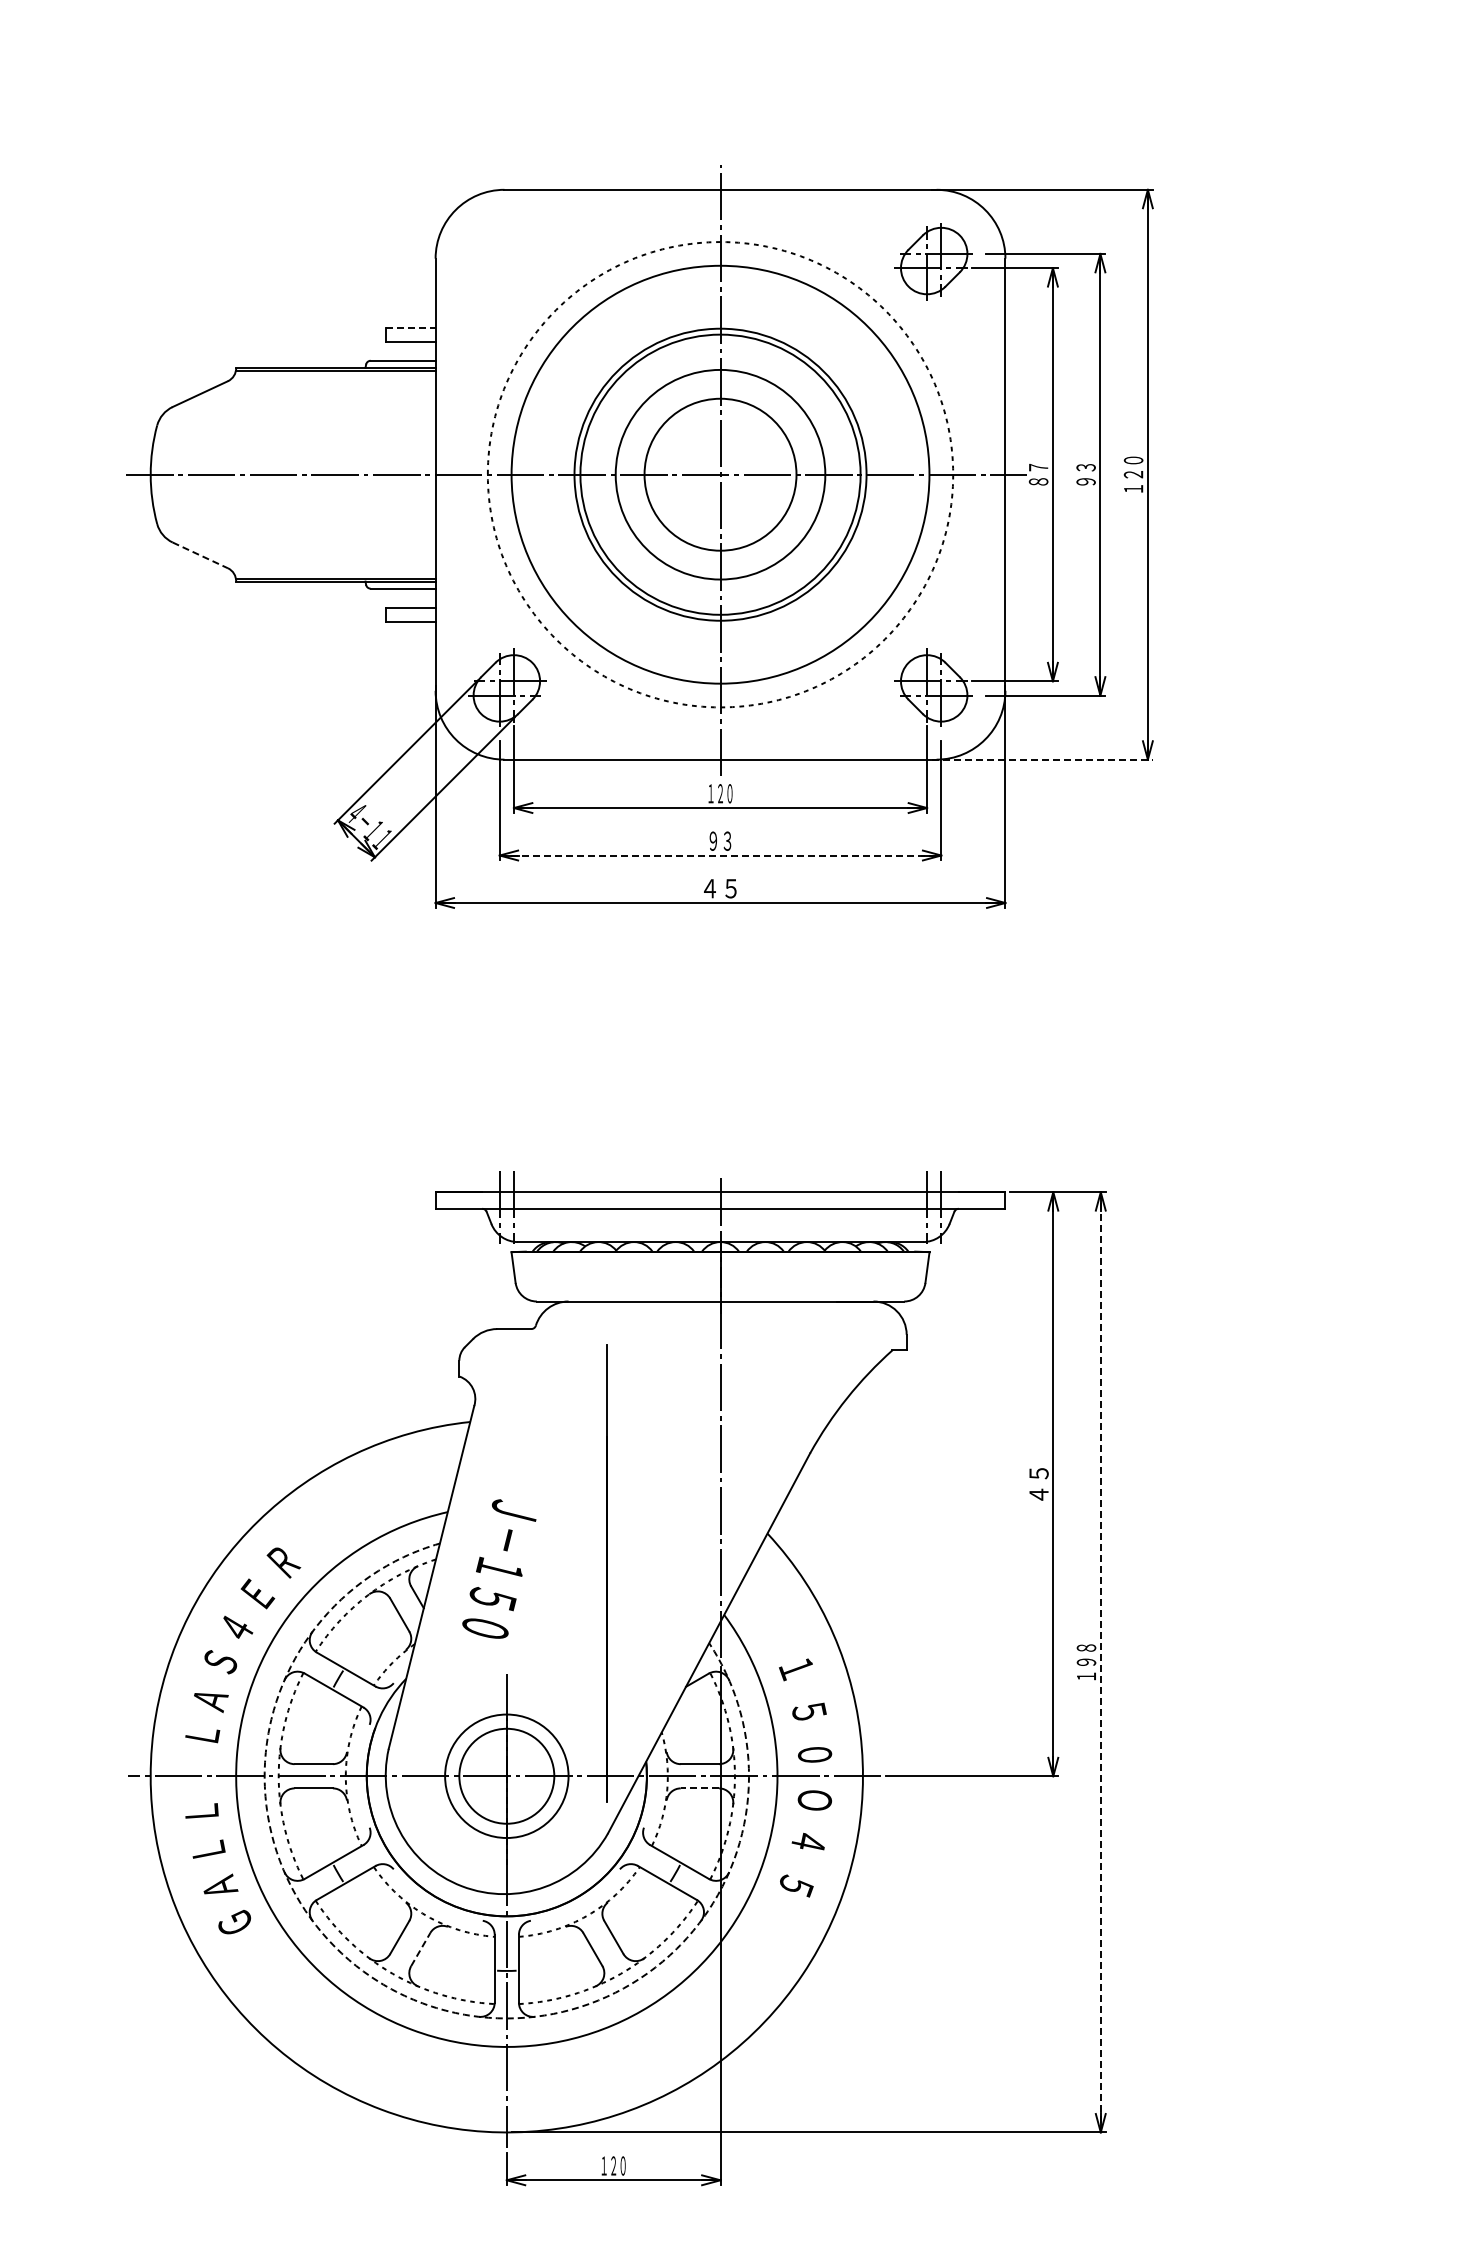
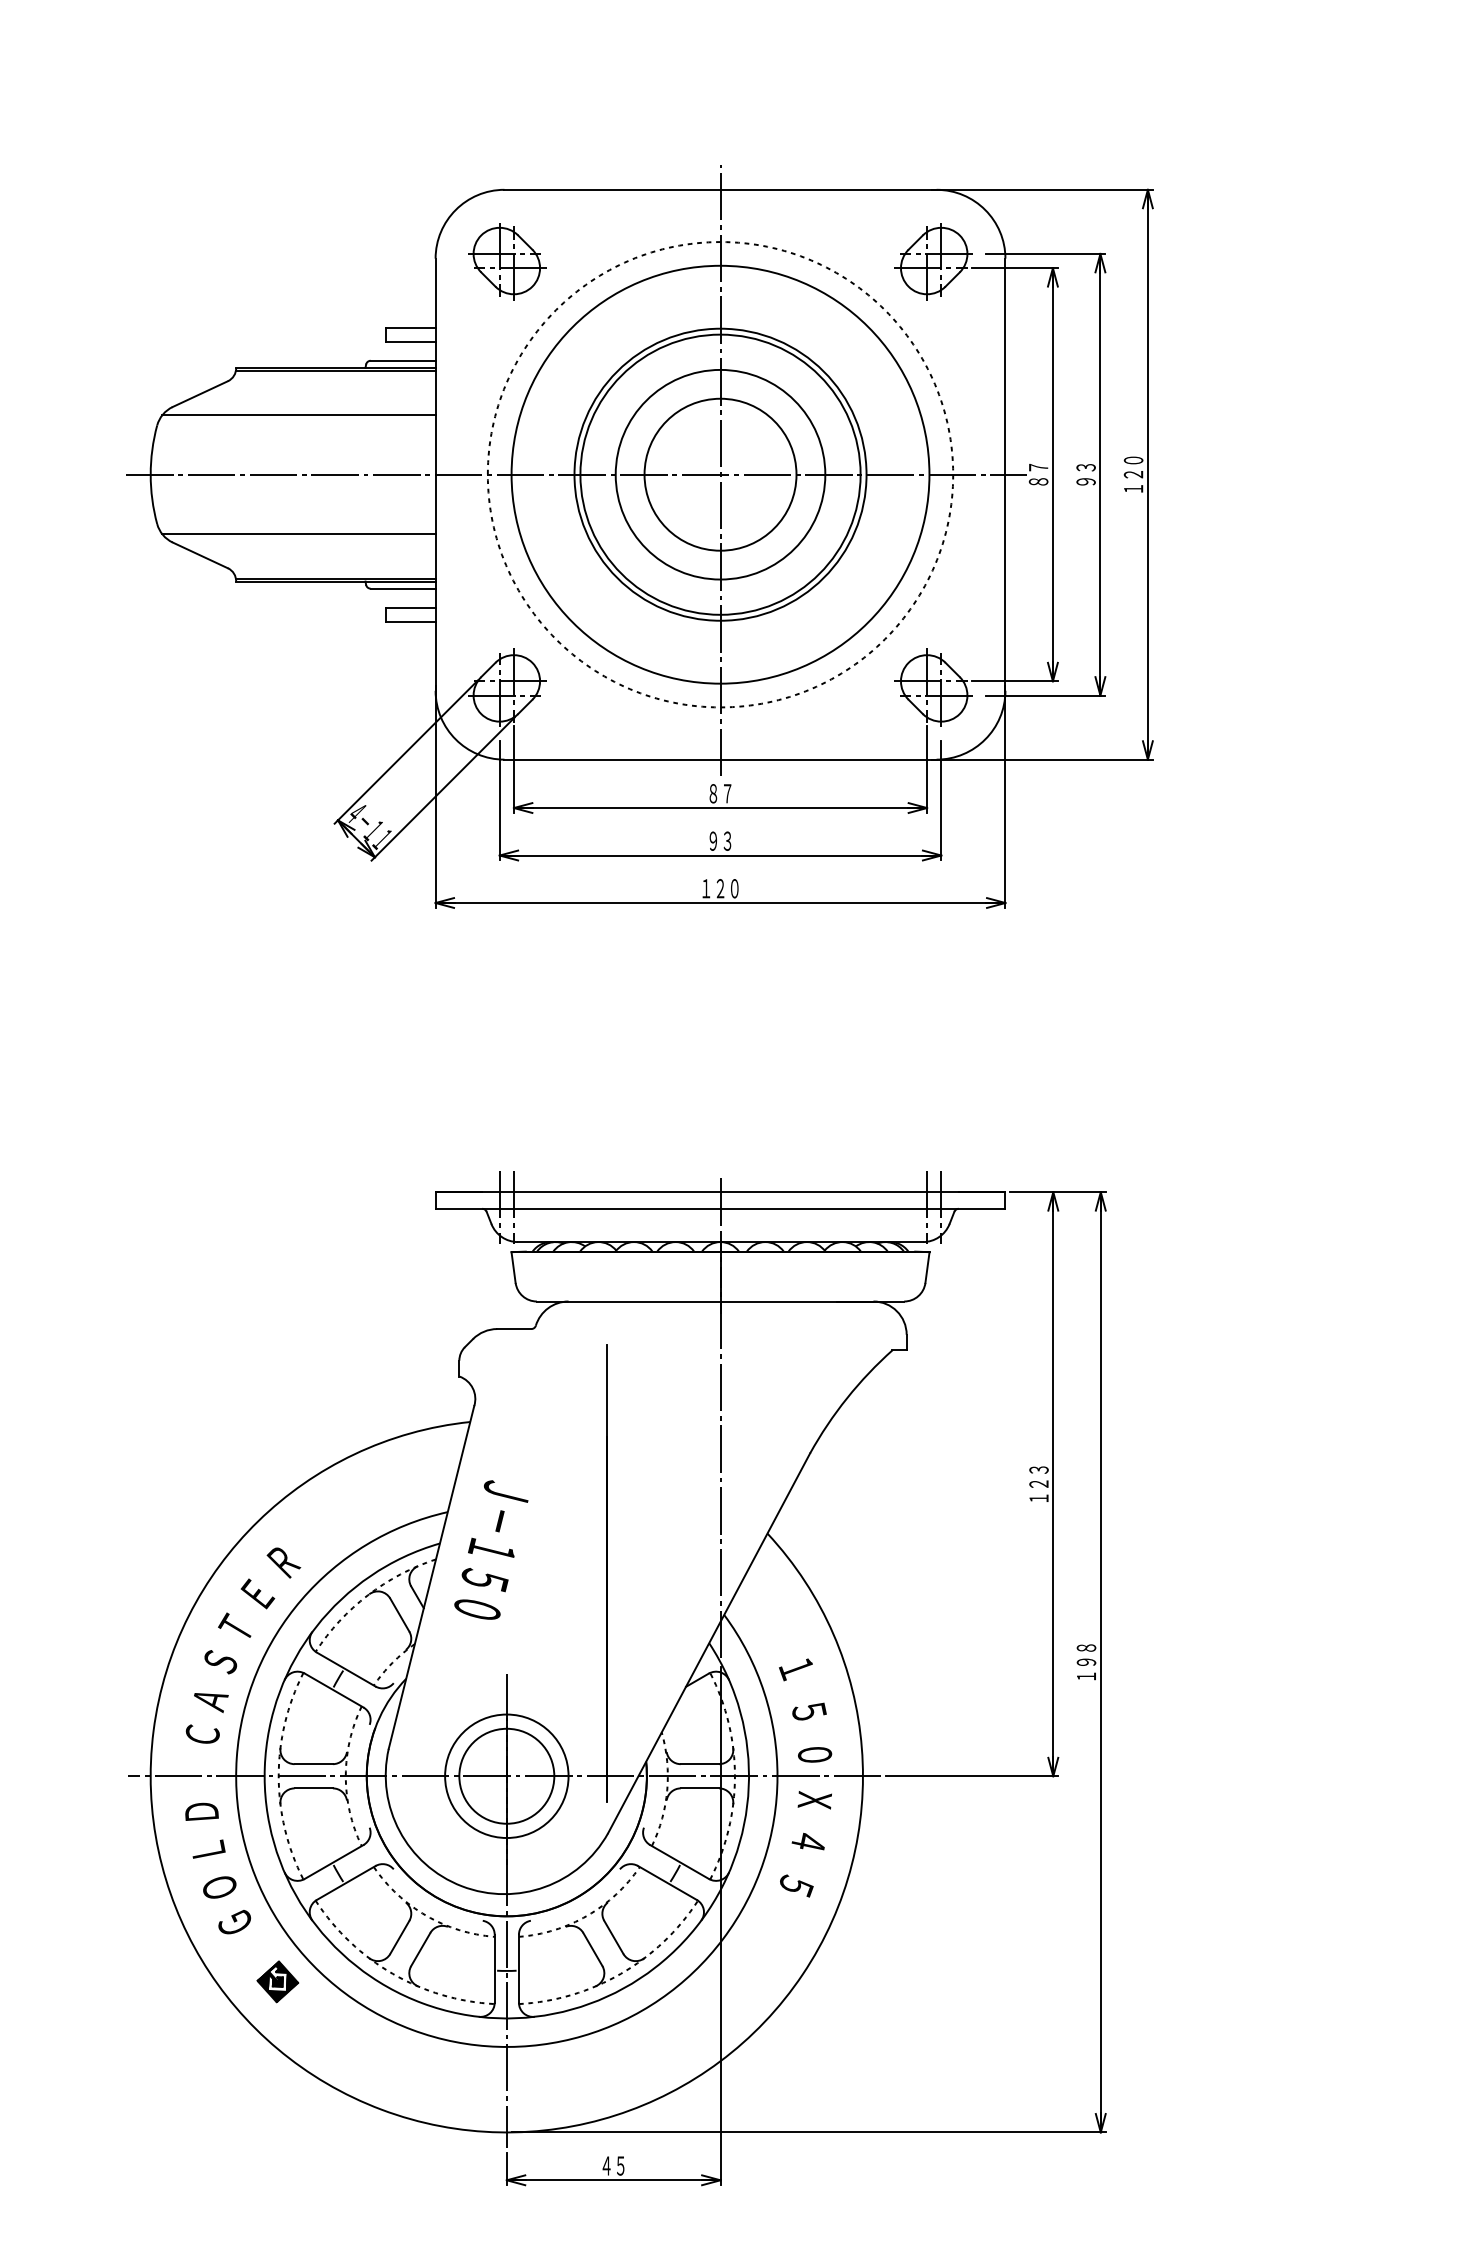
part at (507, 261): none -> present
line at (410, 327): dashed -> solid
line at (298, 415): none -> present
line at (298, 534): none -> present
line at (200, 555): dashed -> solid
line at (1042, 759): dashed -> solid
text at (720, 793): １２０ -> ８７
line at (720, 855): dashed -> solid
text at (720, 888): ４５ -> １２０
text at (1038, 1483): ４５ -> １２３
text at (499, 1568) position: (499, 1568) -> (491, 1549)
text at (235, 1625): ４ -> Ｔ
line at (1100, 1662): dashed -> solid
text at (202, 1733): Ｌ -> Ｃ
line at (699, 1788): dashed -> solid
text at (814, 1800): Ｏ -> Ｘ
text at (201, 1811): Ｌ -> Ｄ
text at (220, 1885): Ａ -> Ｏ
line at (421, 1949): dashed -> solid
part at (277, 1981): none -> present
arc at (422, 2003): dashed -> solid
text at (613, 2165): １２０ -> ４５
